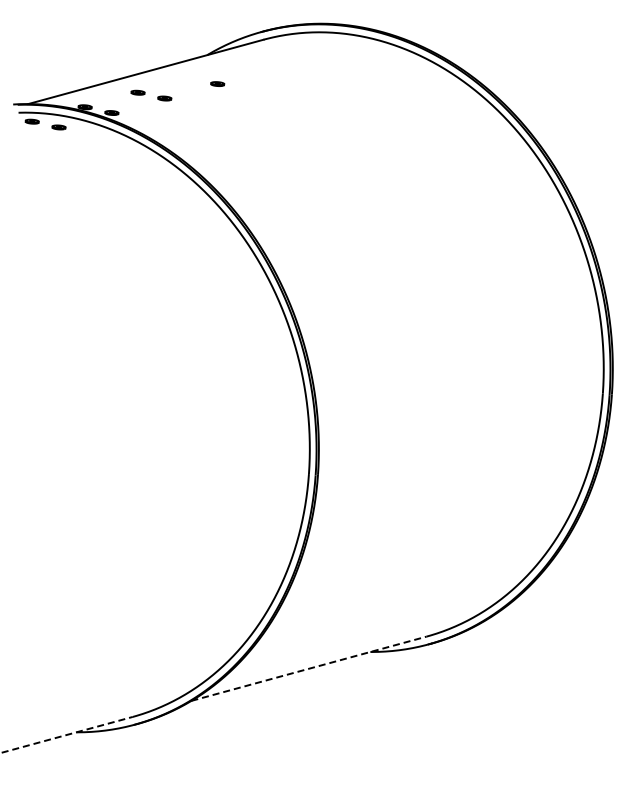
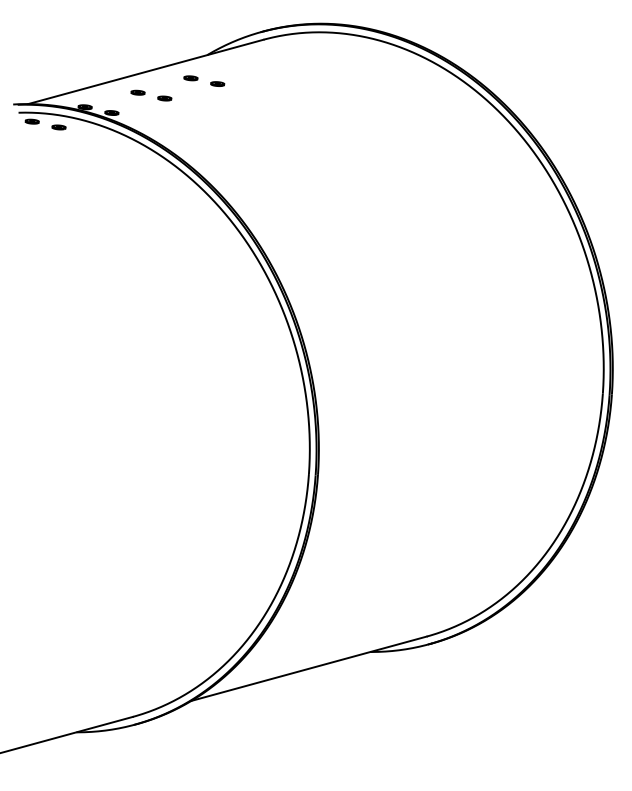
part at (190, 78): none -> present
line at (309, 668): dashed -> solid
line at (67, 734): dashed -> solid
